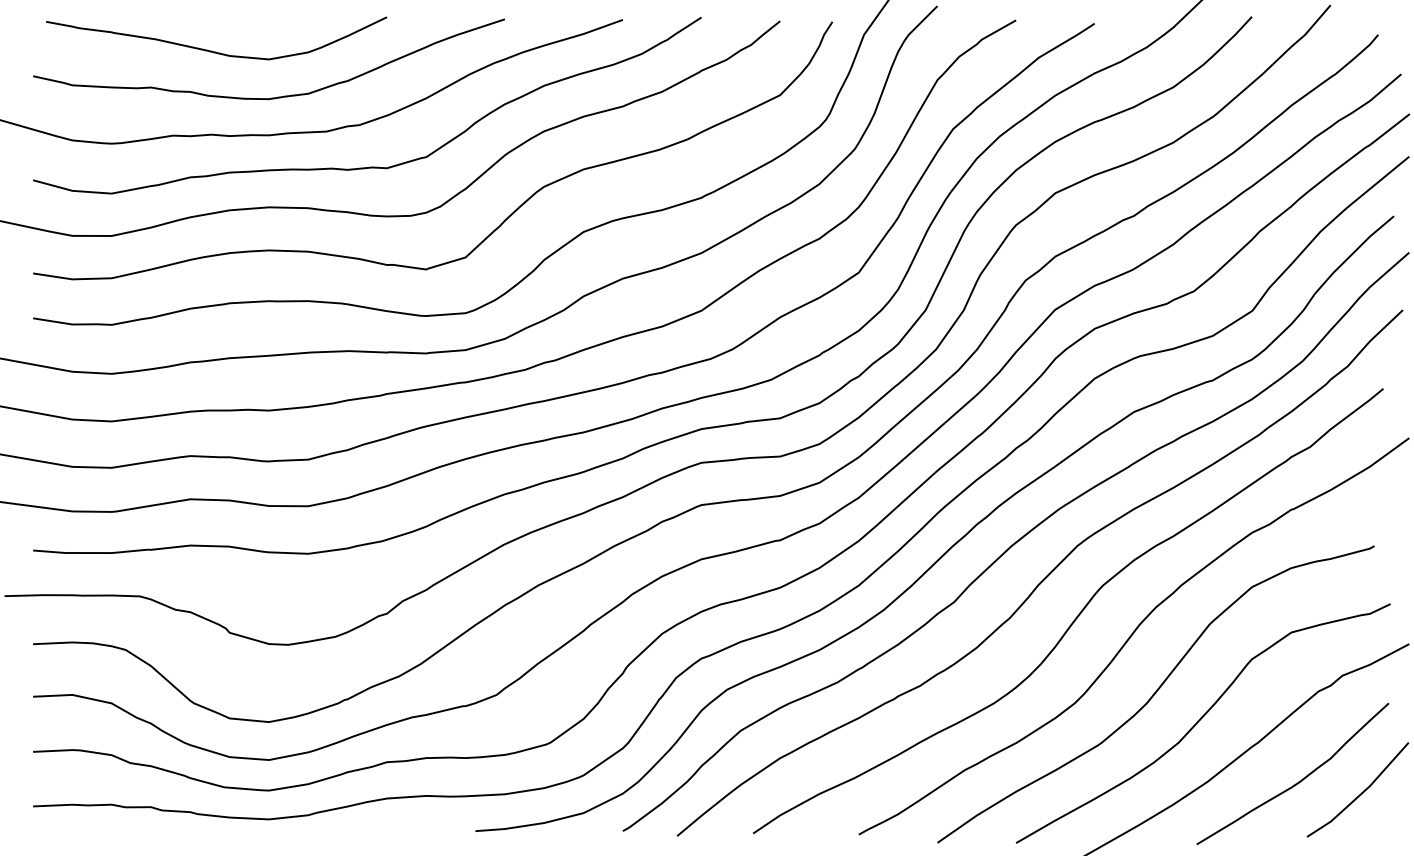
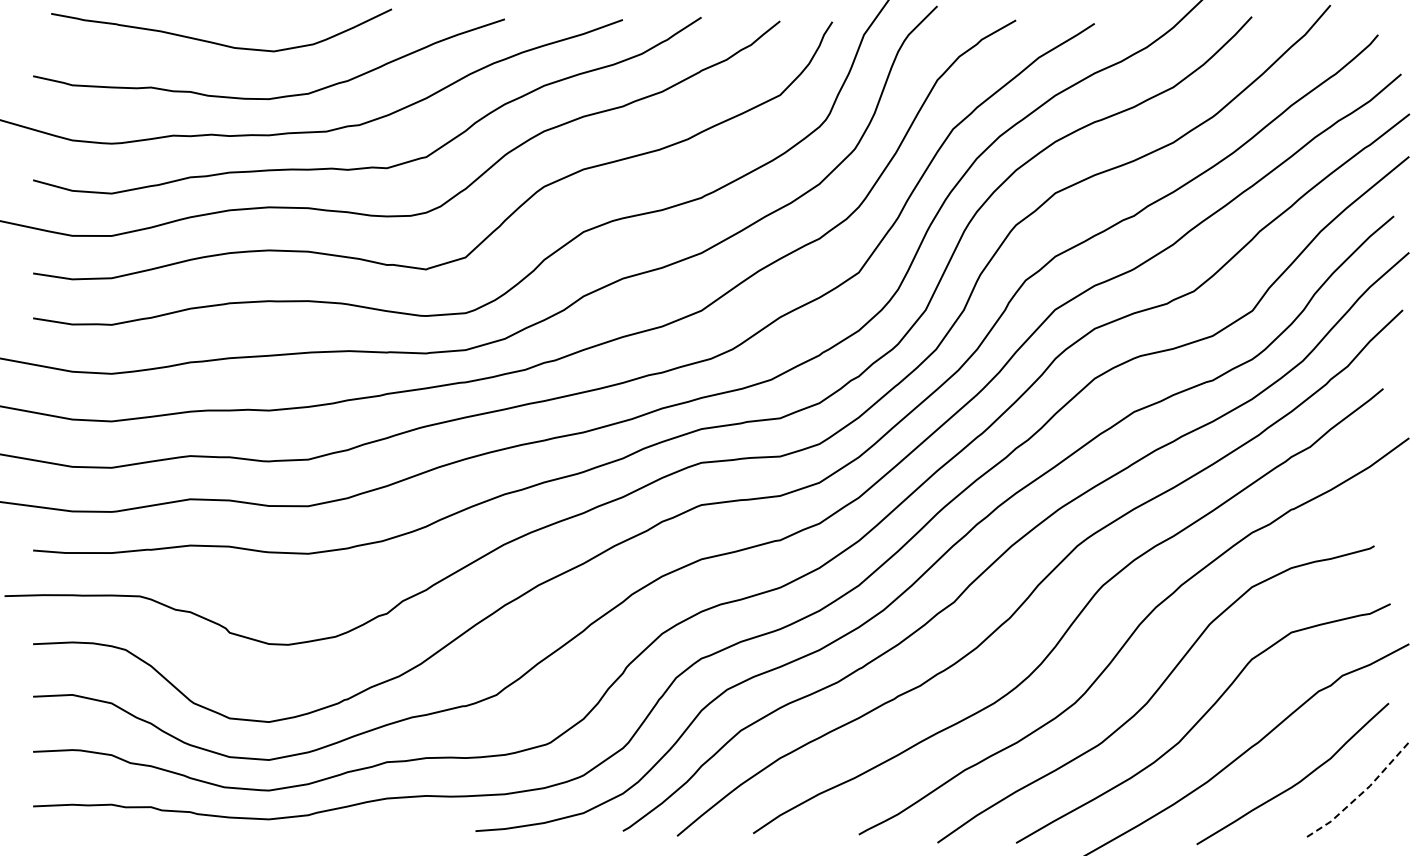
curve at (211, 50) position: (211, 50) -> (216, 42)
line at (1361, 793): solid -> dashed
